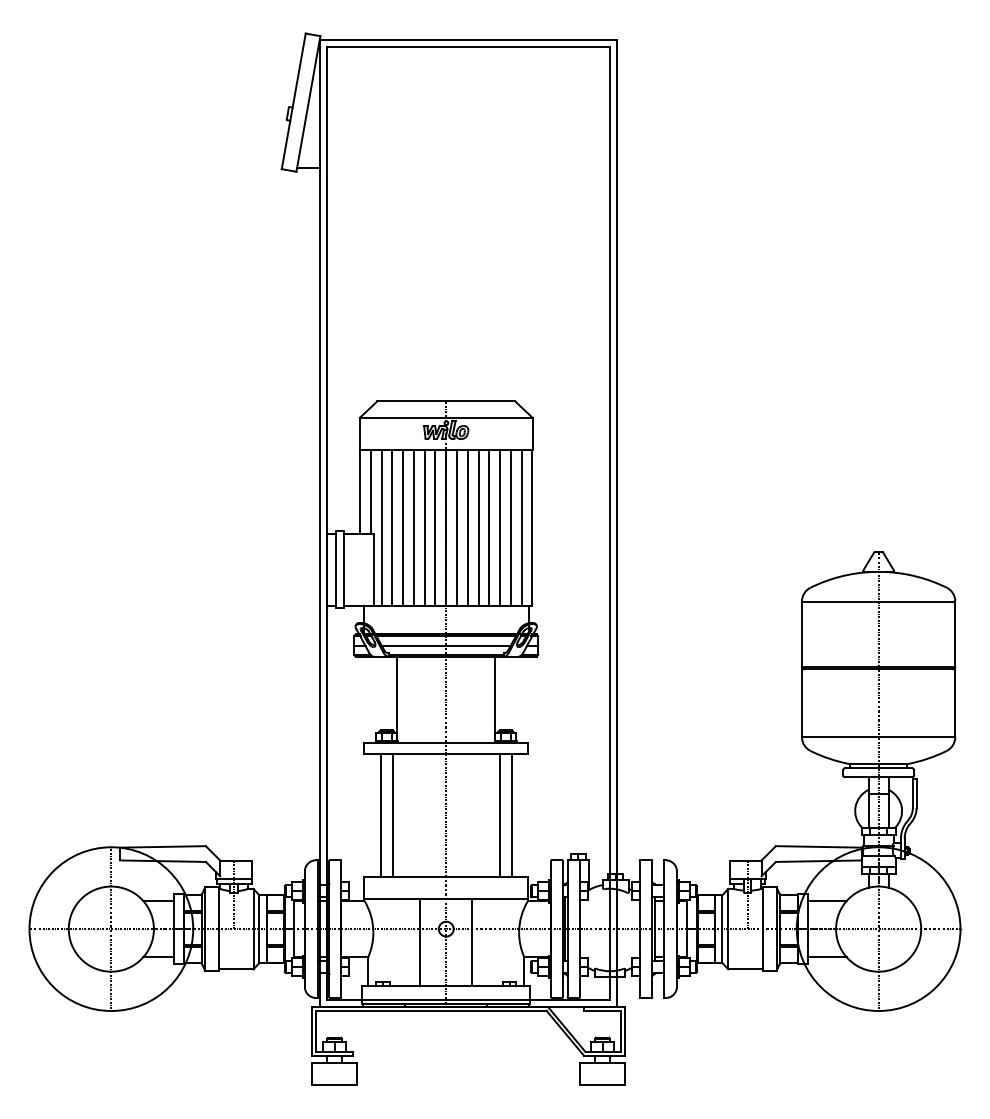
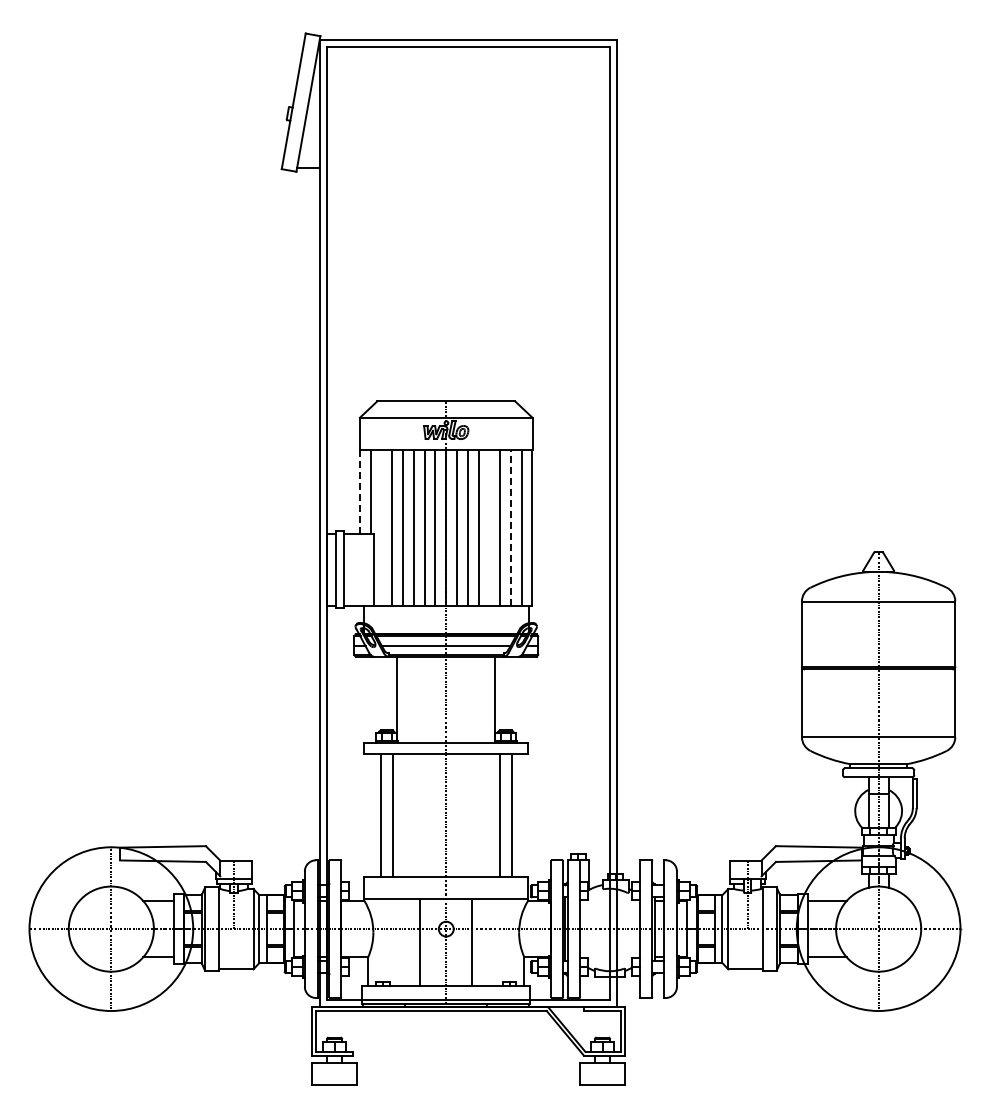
line at (360, 492): solid -> dashed
line at (381, 527): present -> none
line at (489, 527): present -> none
line at (510, 527): solid -> dashed
